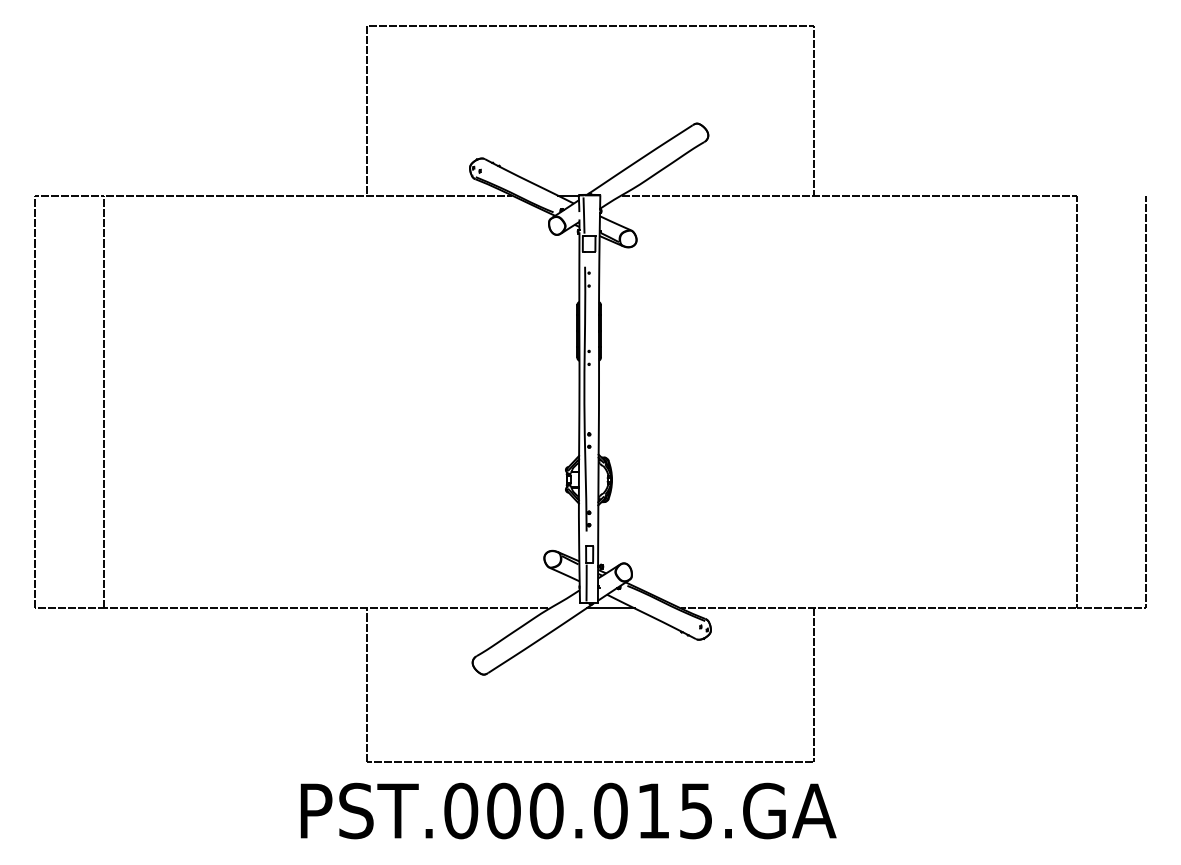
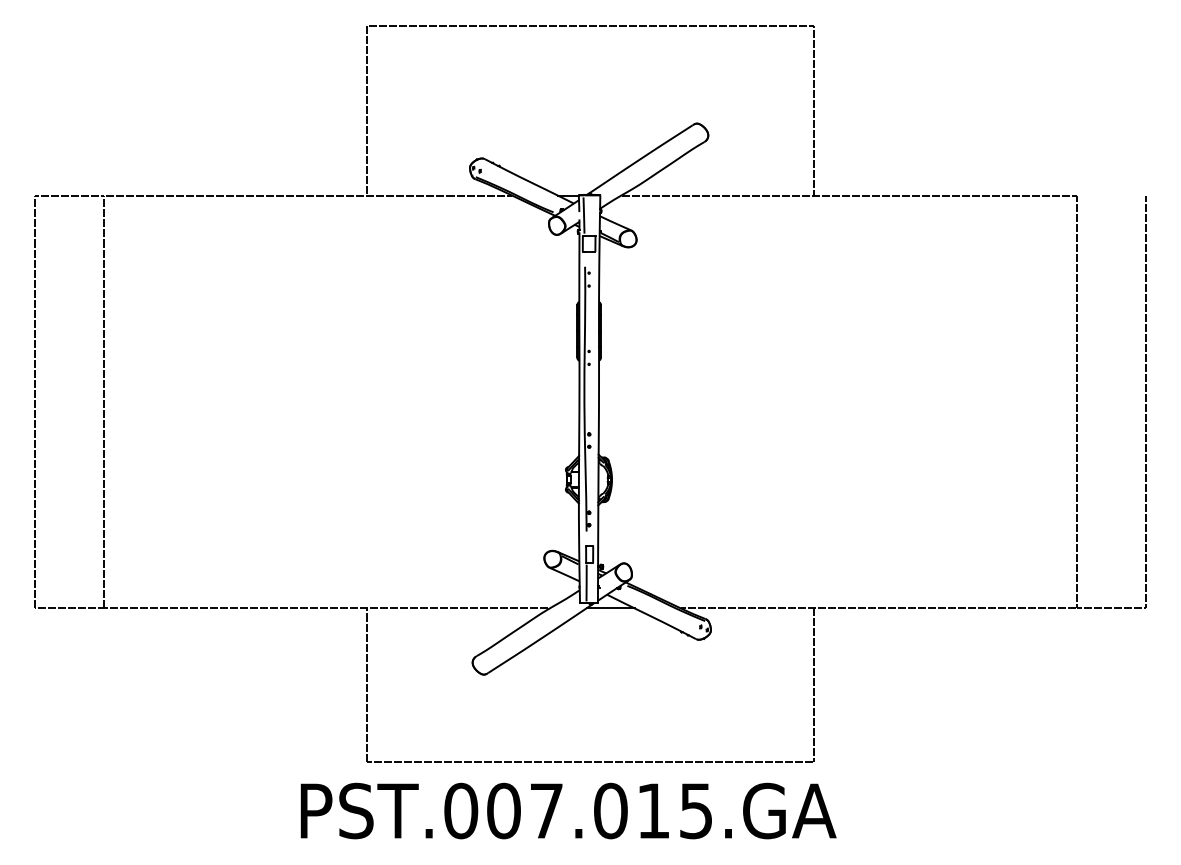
text at (546, 810): PST.000.015.GA -> PST.007.015.GA
